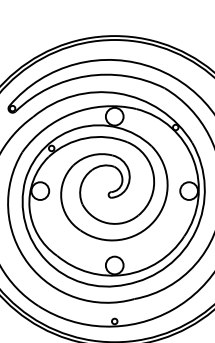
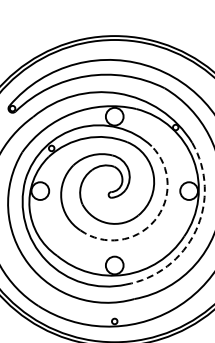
arc at (154, 220): solid -> dashed
arc at (195, 230): solid -> dashed
